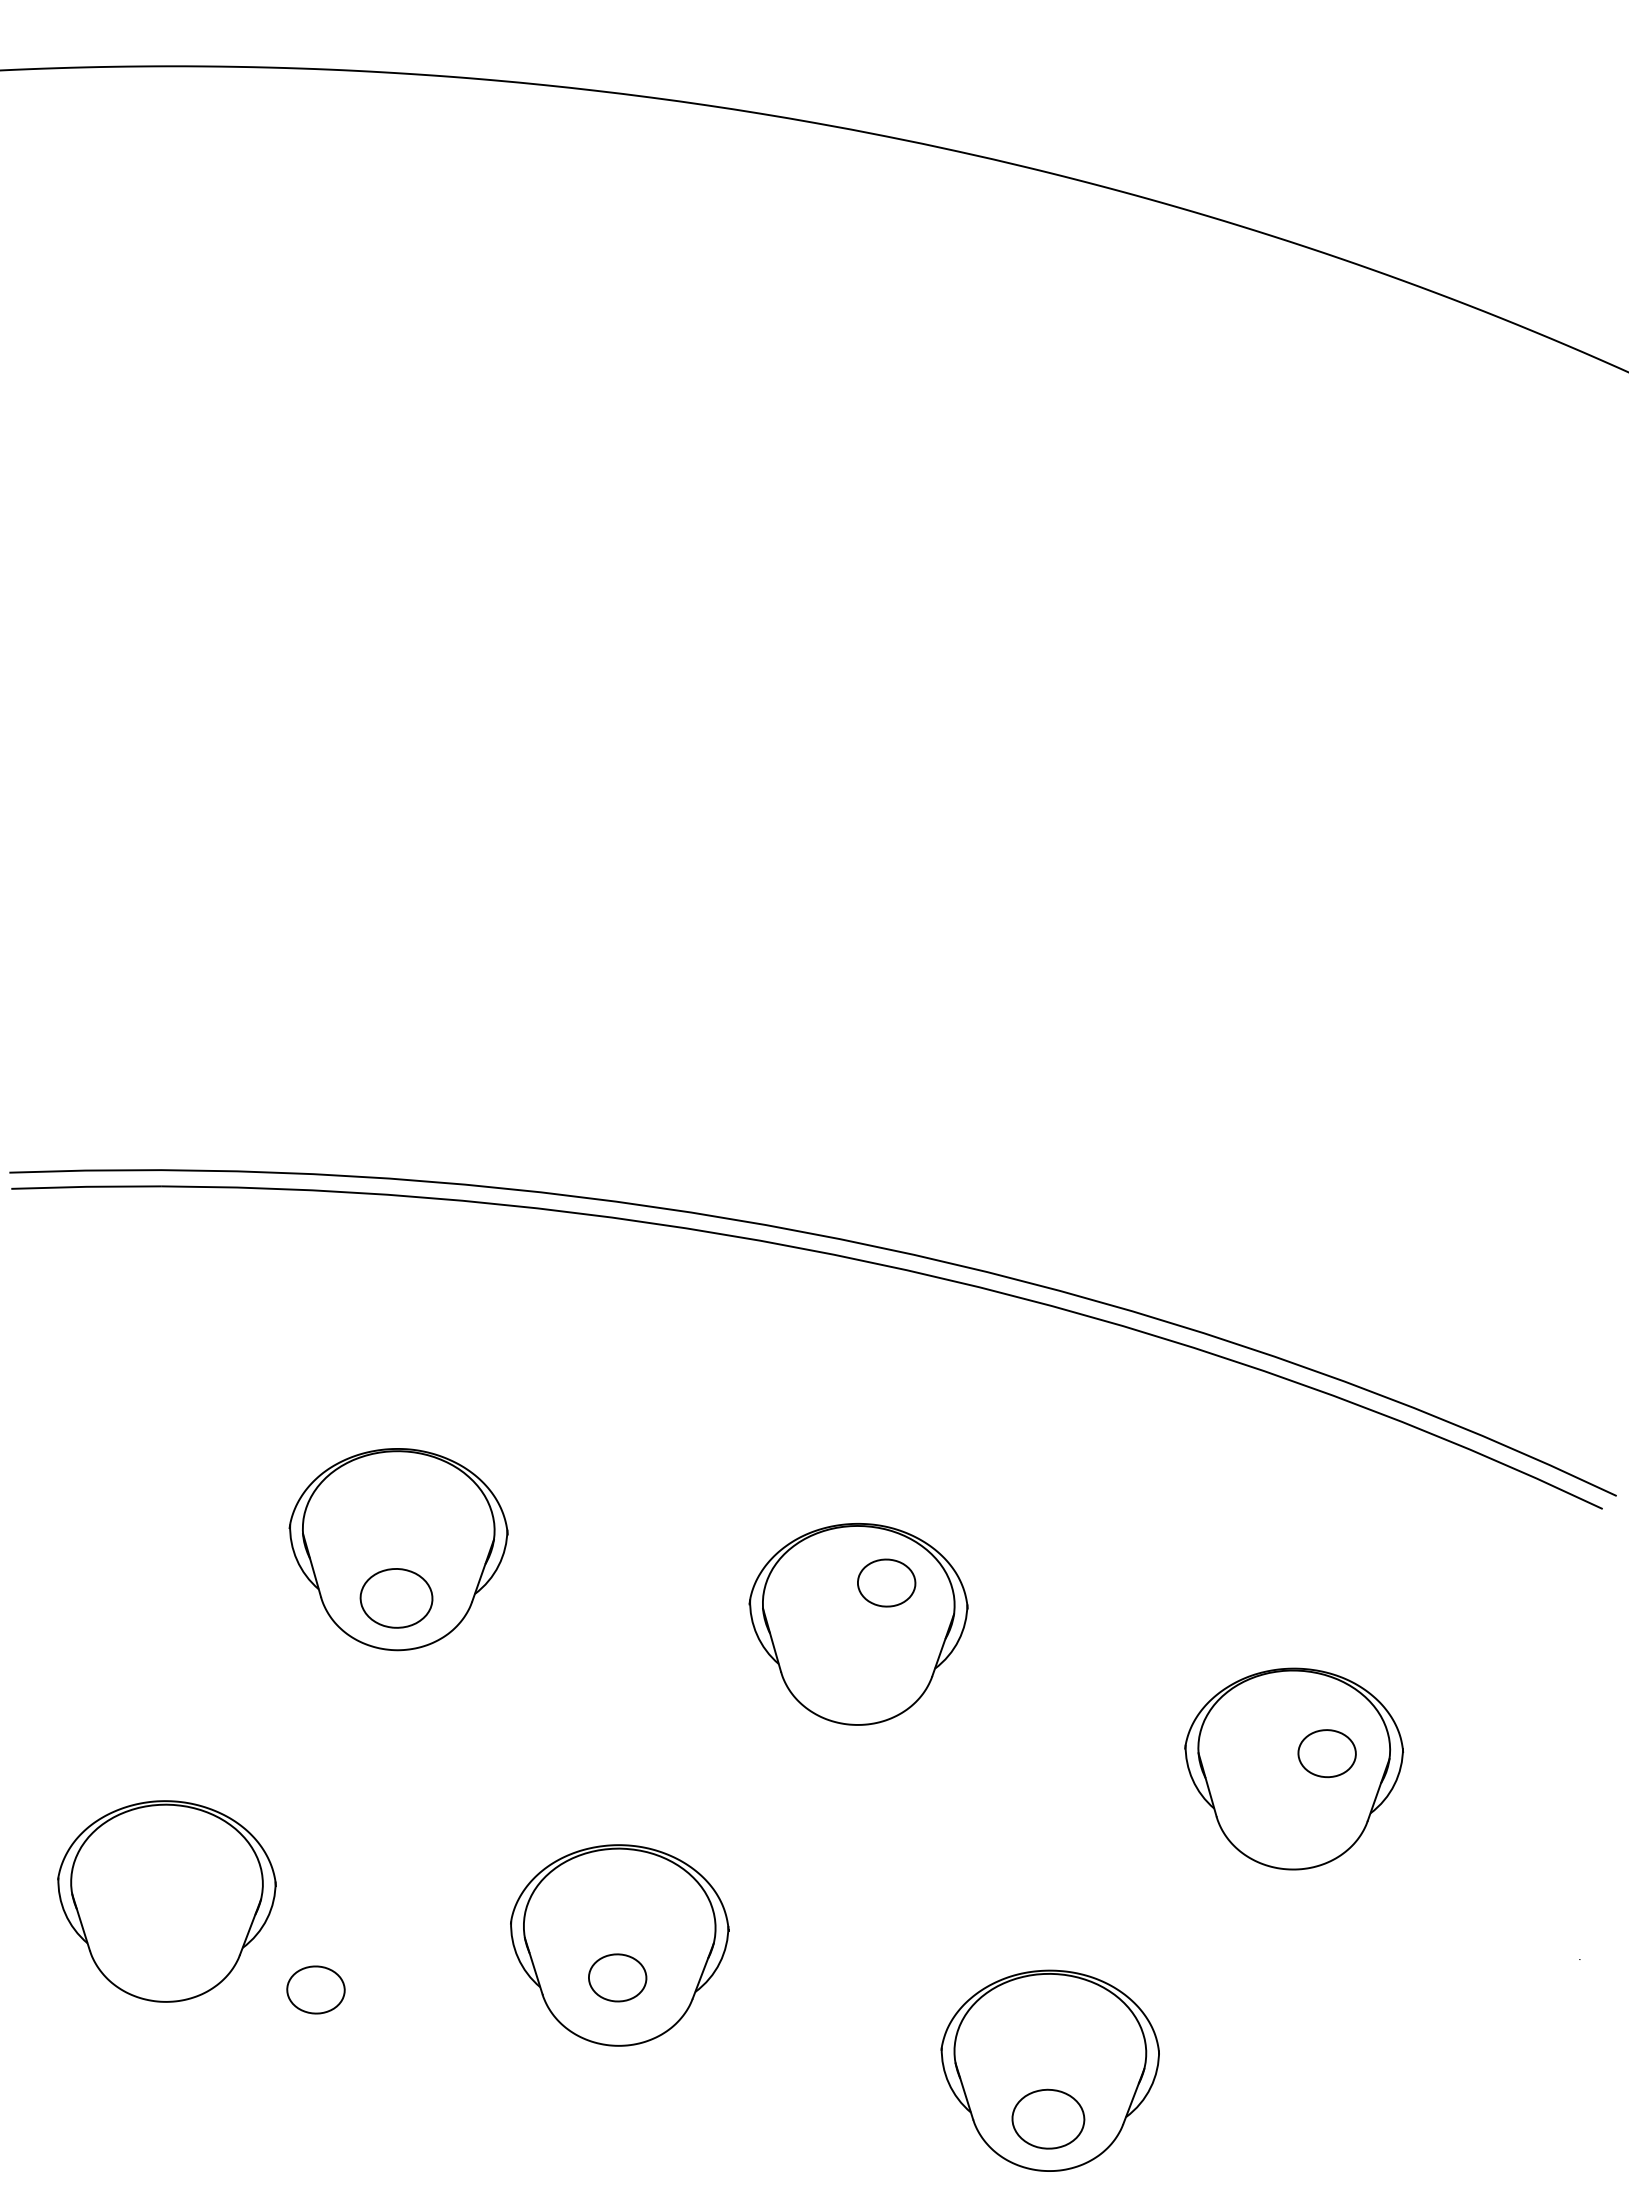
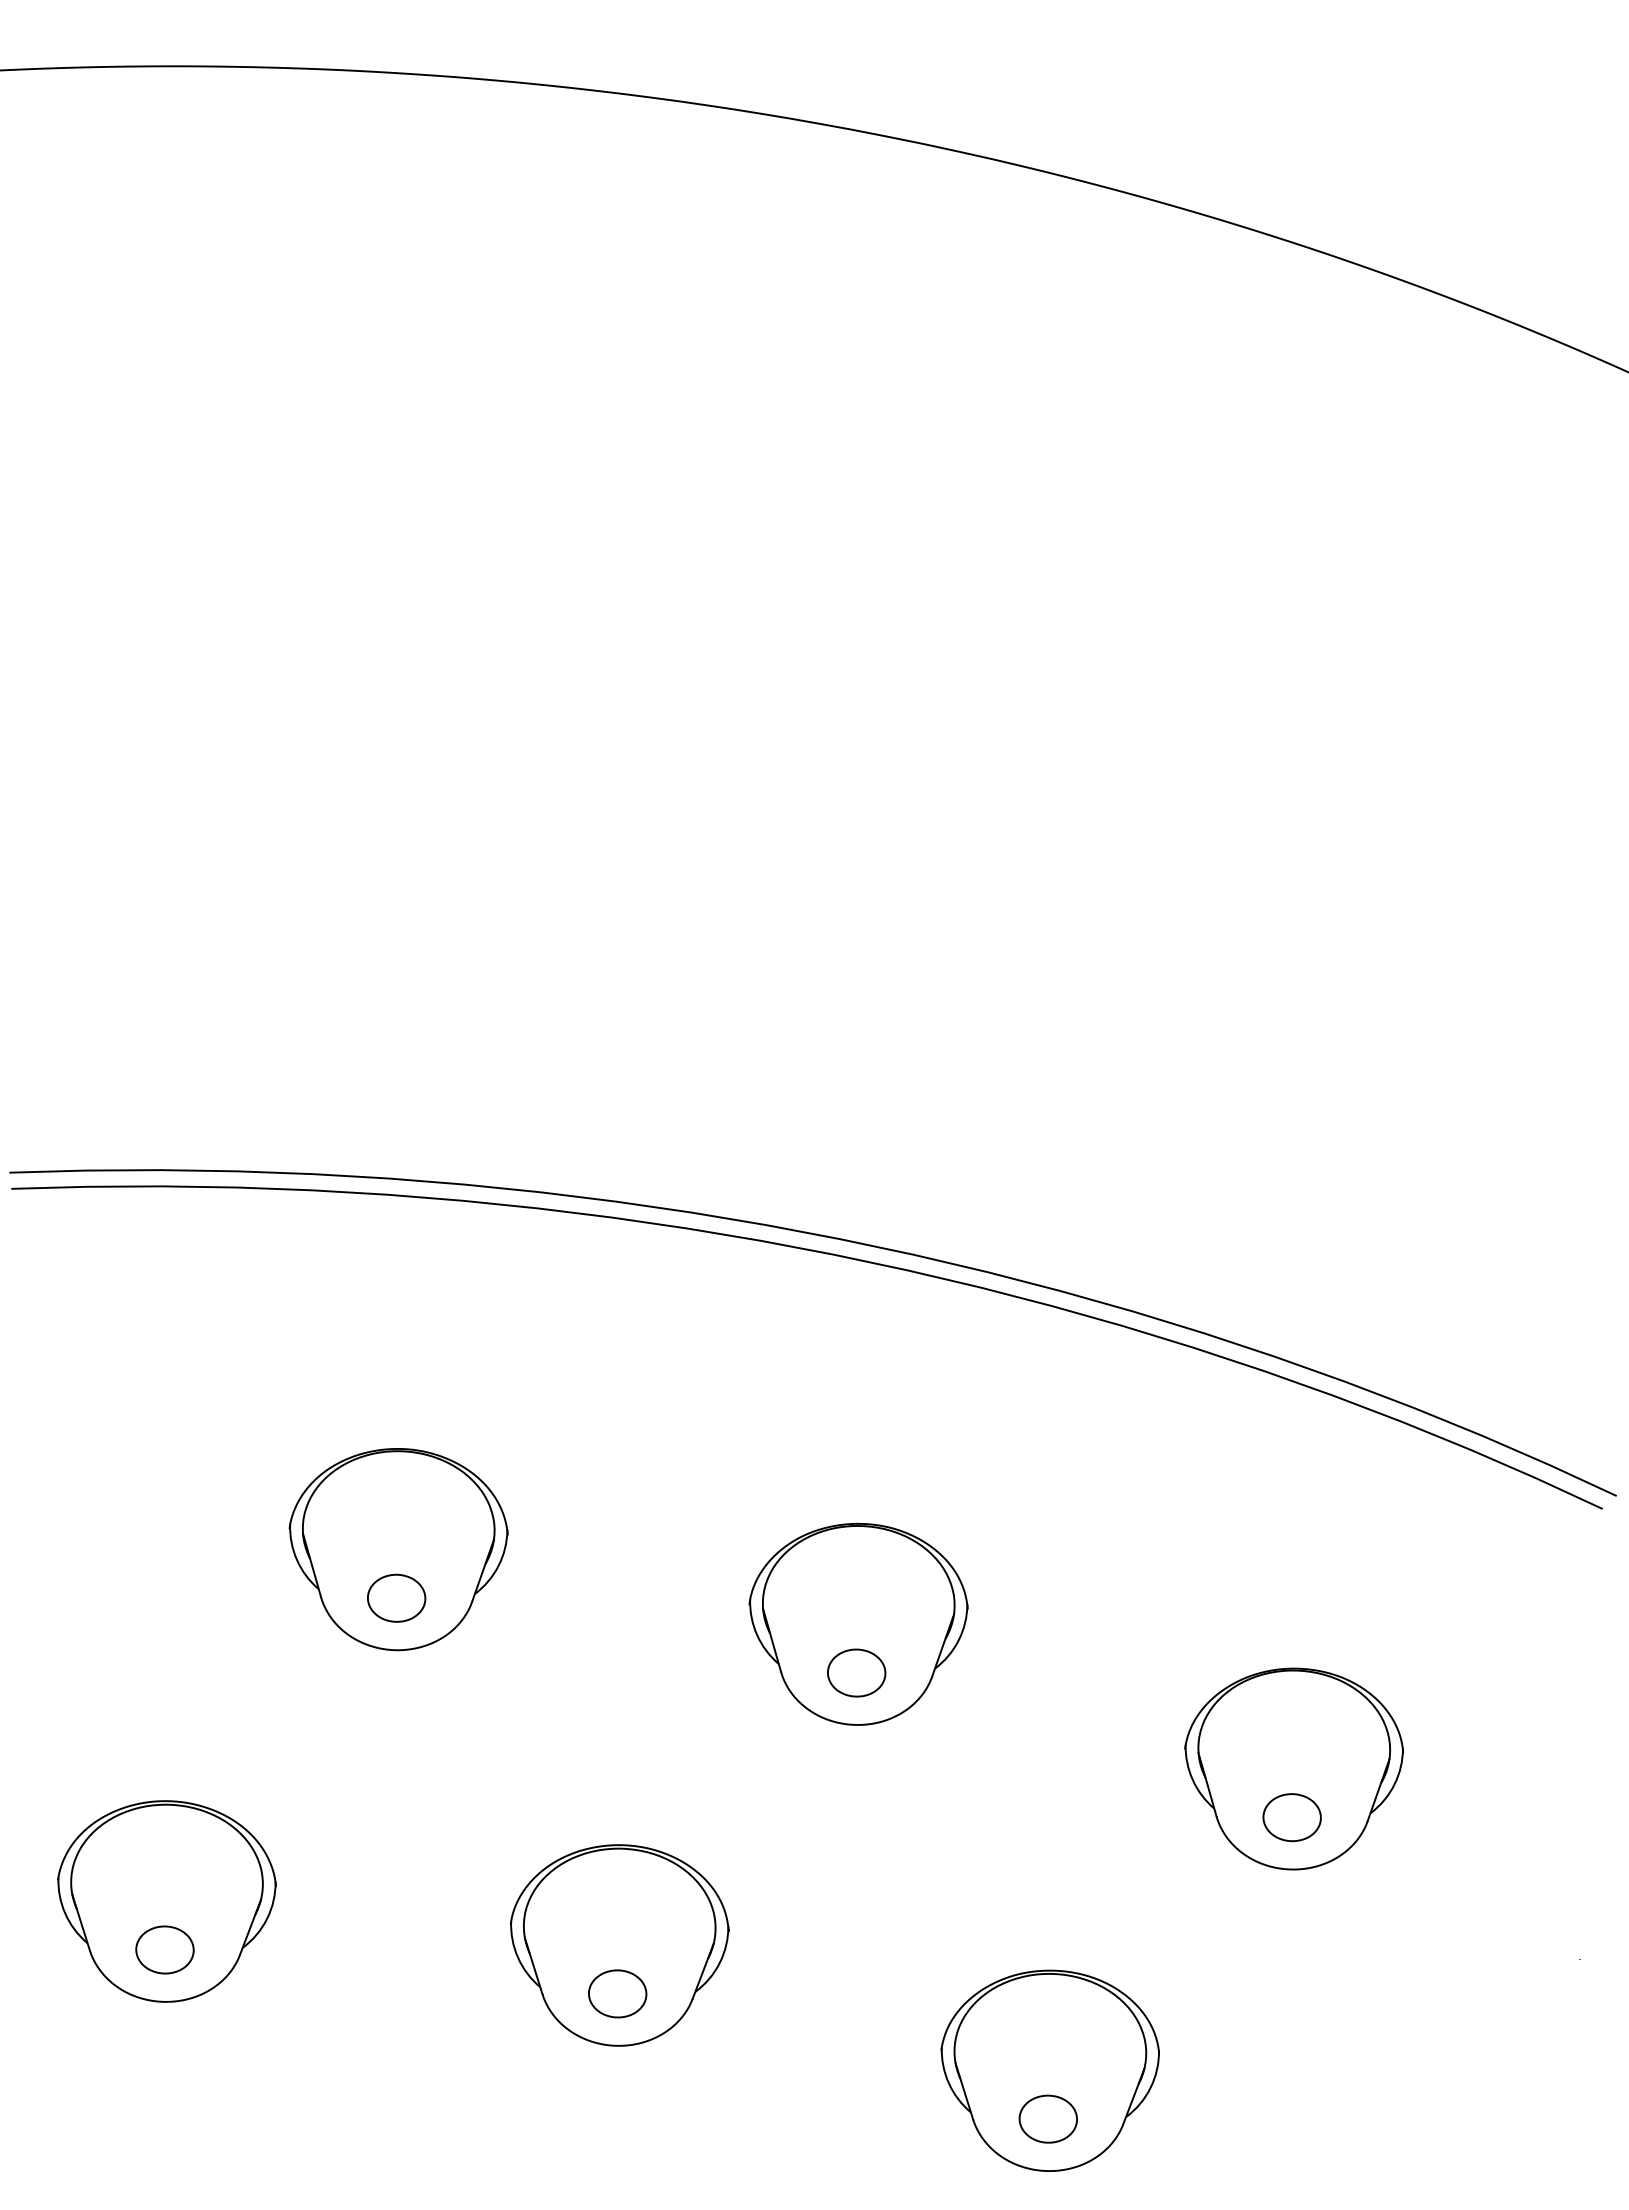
part at (886, 1582) position: (886, 1582) -> (856, 1672)
part at (396, 1598) size: 75x61 px -> 60x50 px
part at (1326, 1753) position: (1326, 1753) -> (1291, 1817)
part at (617, 1977) position: (617, 1977) -> (617, 1993)
part at (315, 1989) position: (315, 1989) -> (164, 1949)
part at (1048, 2118) size: 75x62 px -> 60x50 px
